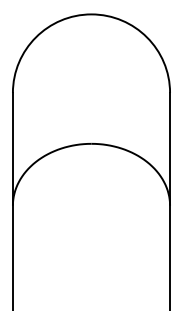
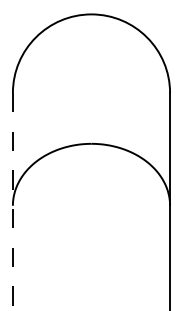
line at (12, 201): solid -> dashed
